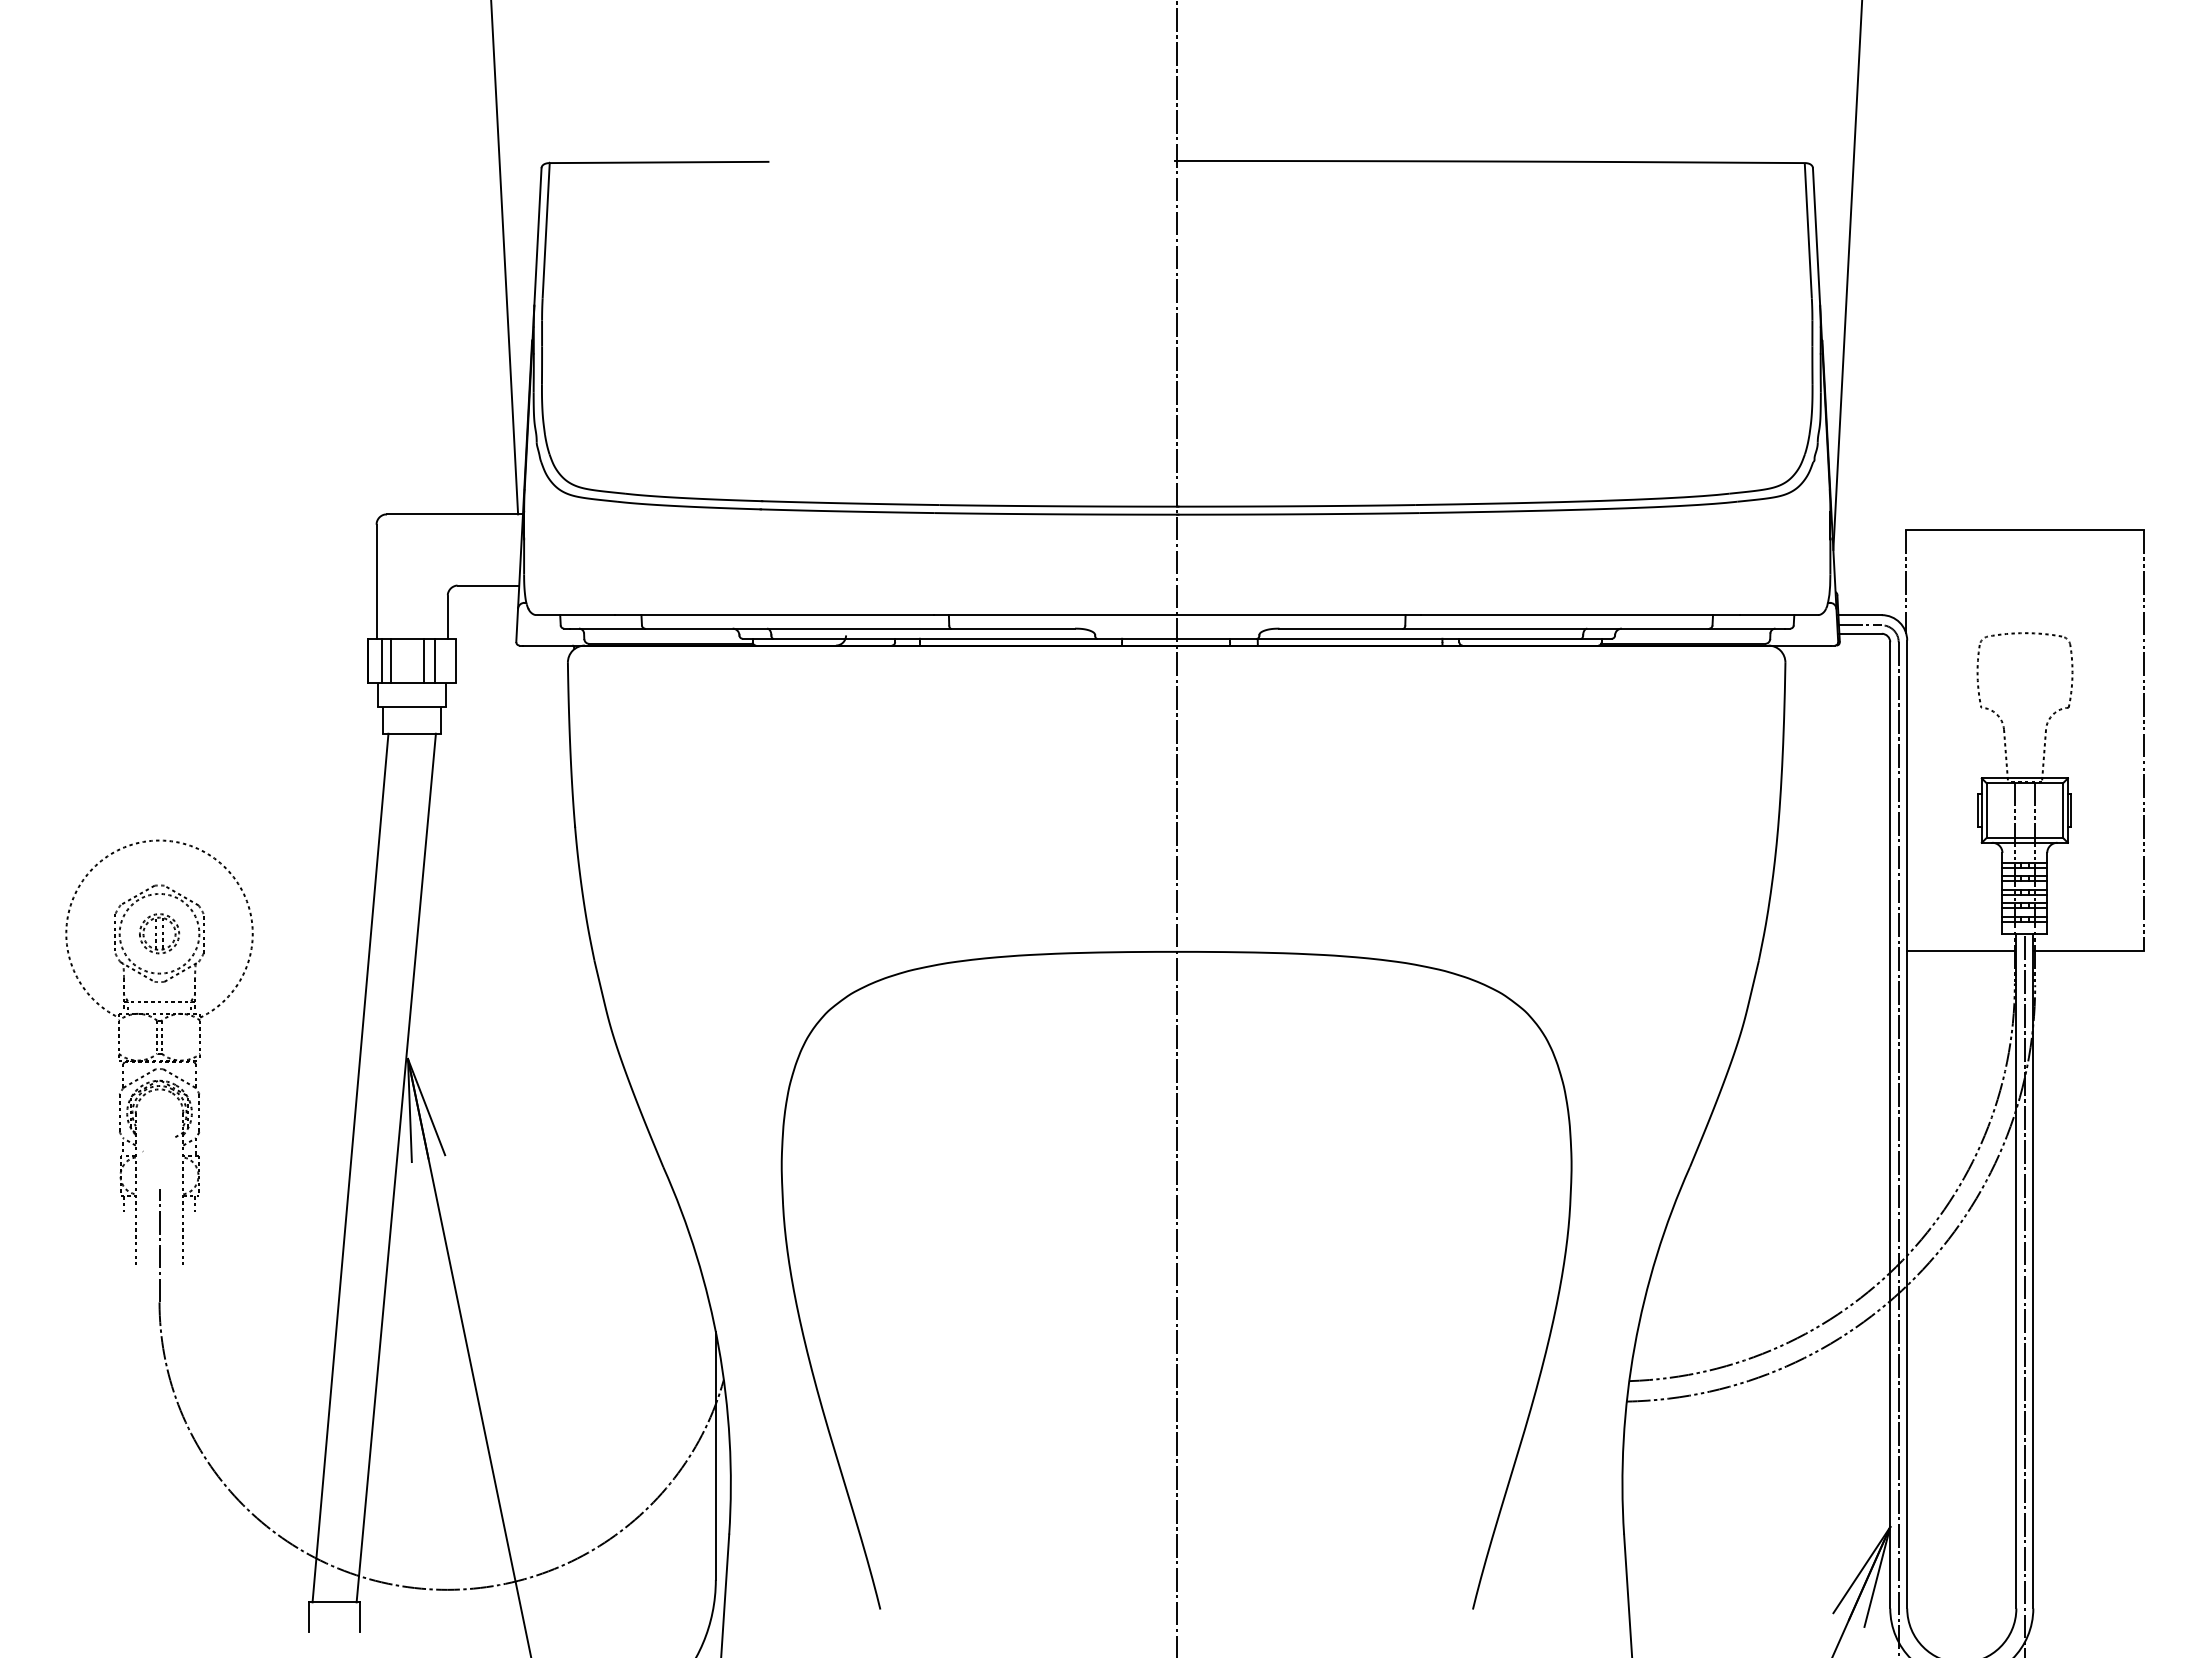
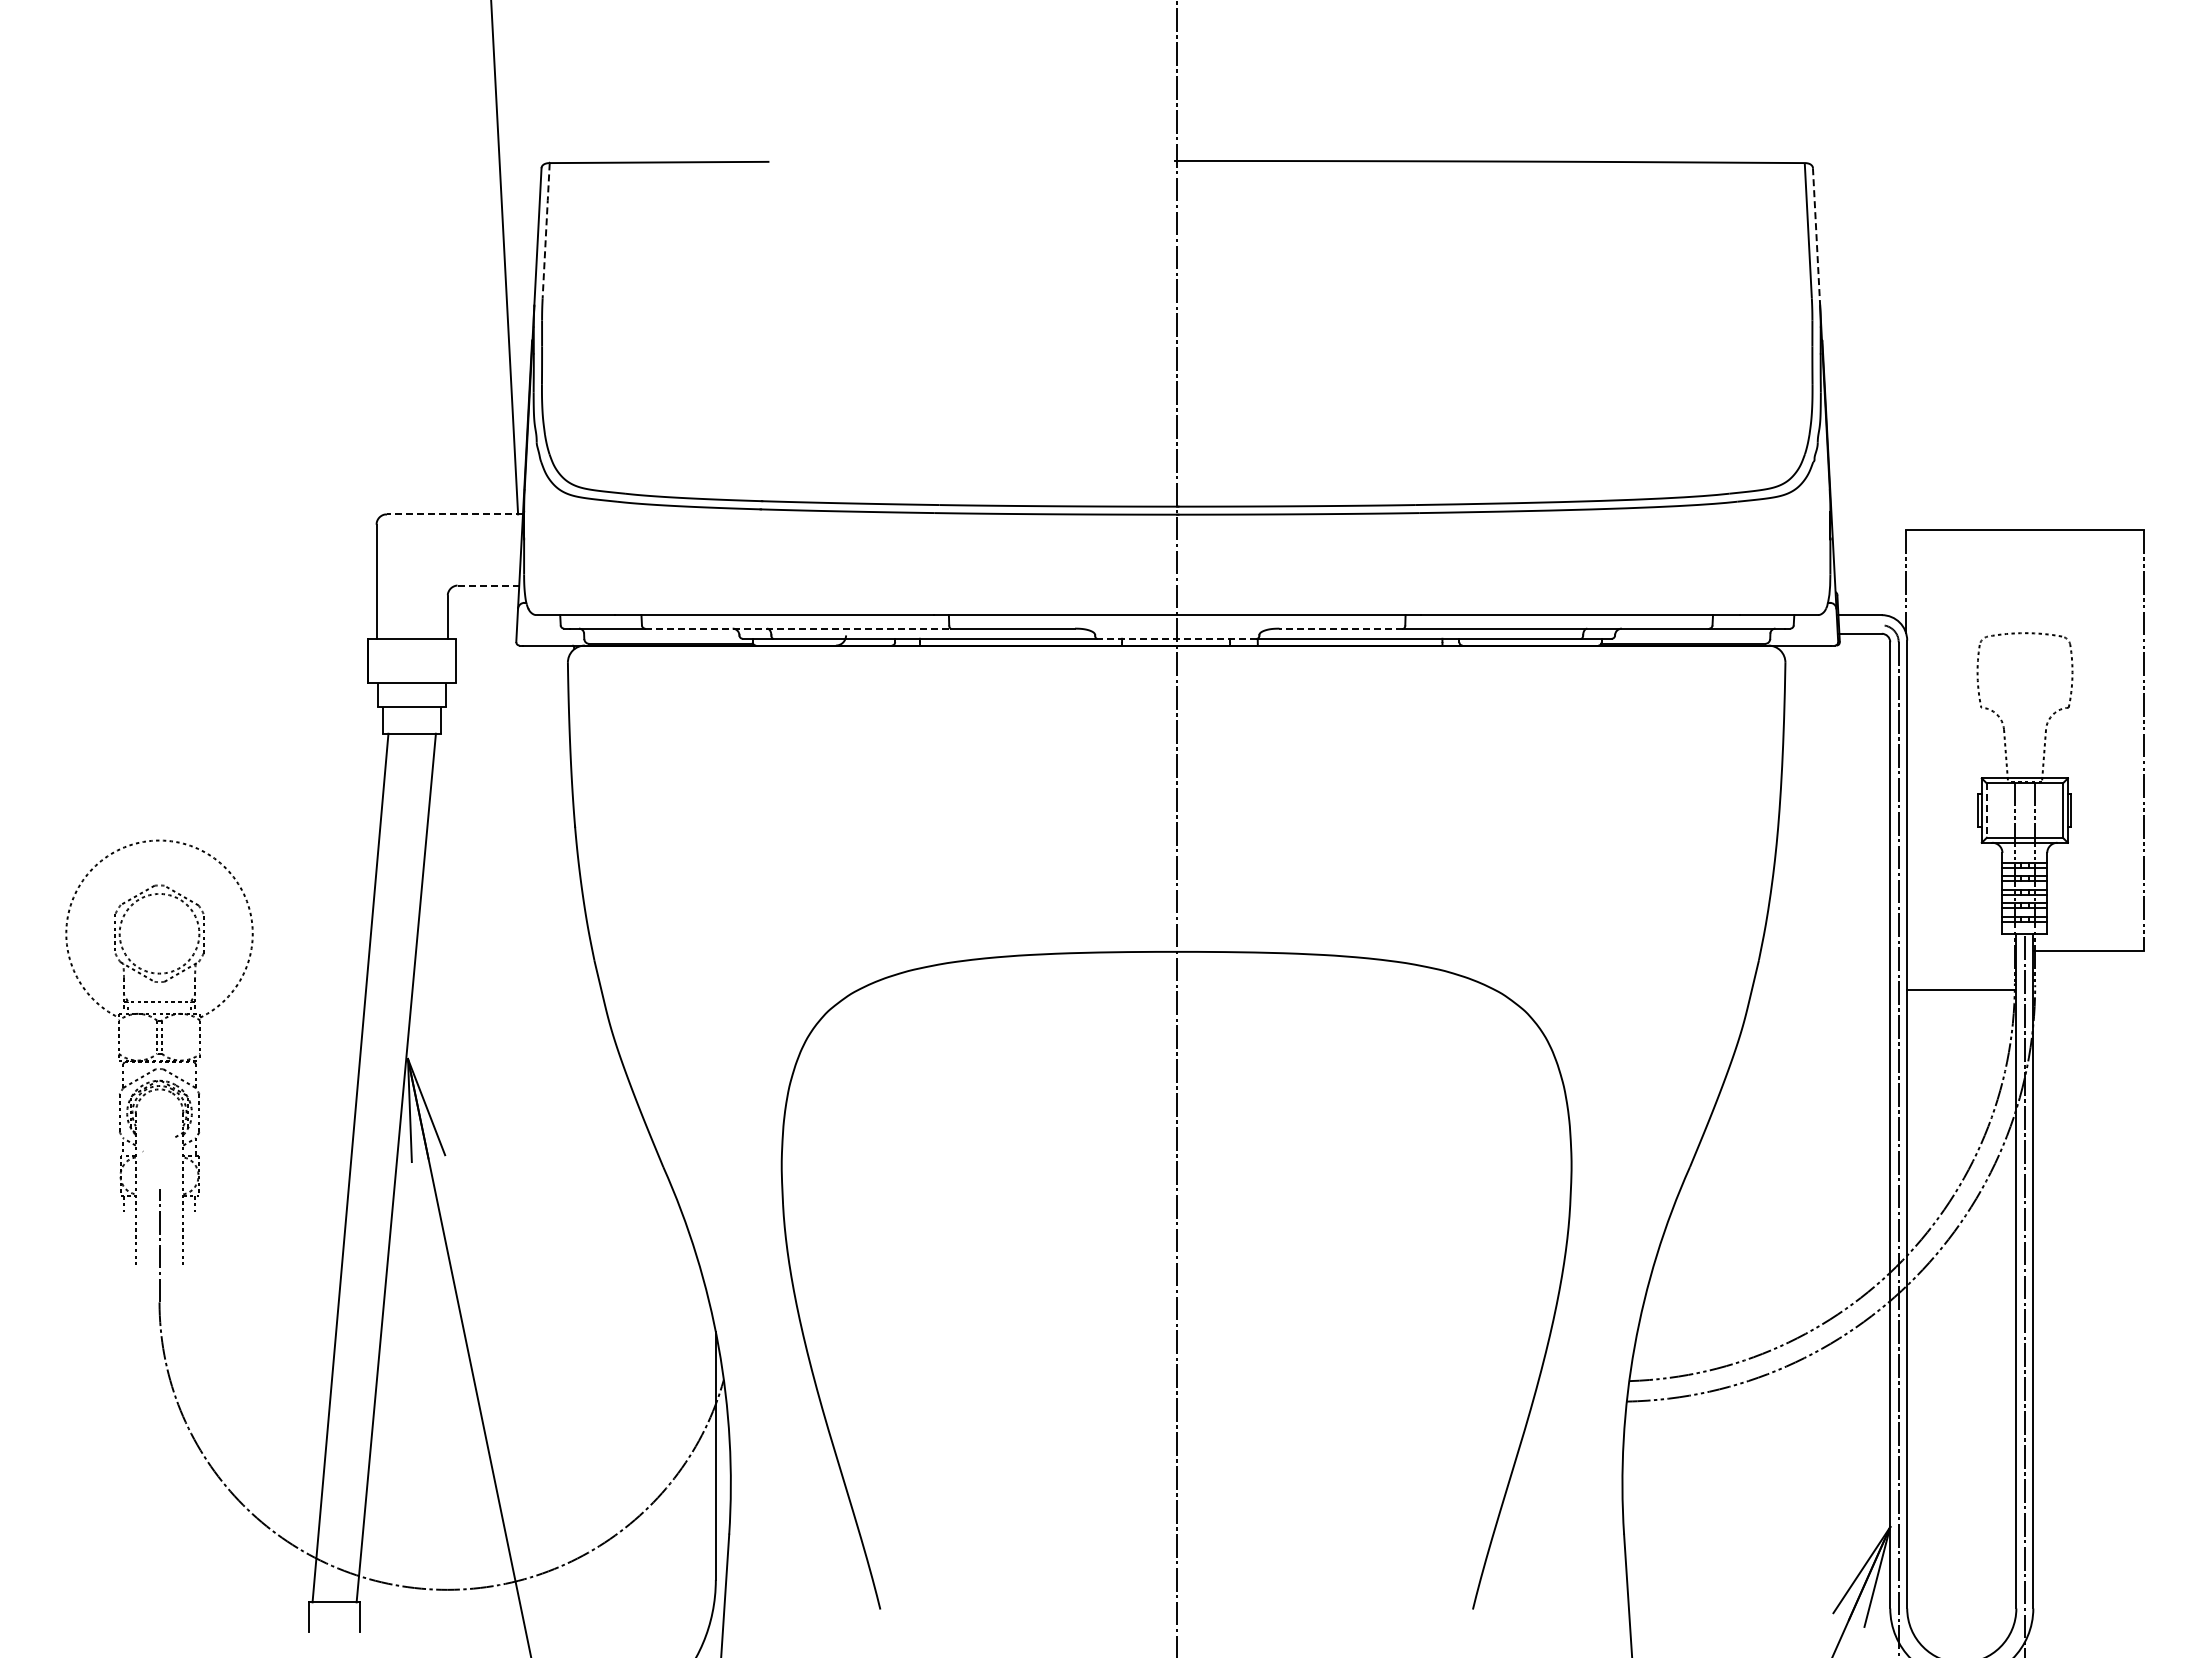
line at (546, 230): solid -> dashed
line at (1816, 236): solid -> dashed
line at (1847, 275): present -> none
line at (454, 514): solid -> dashed
line at (488, 585): solid -> dashed
line at (1859, 625): present -> none
line at (798, 628): solid -> dashed
line at (1341, 628): solid -> dashed
line at (1176, 638): solid -> dashed
line at (381, 660): present -> none
line at (390, 660): present -> none
line at (424, 660): present -> none
line at (434, 660): present -> none
line at (1986, 811): solid -> dashed
part at (159, 933): present -> none
line at (1960, 950) position: (1960, 950) -> (1960, 989)
